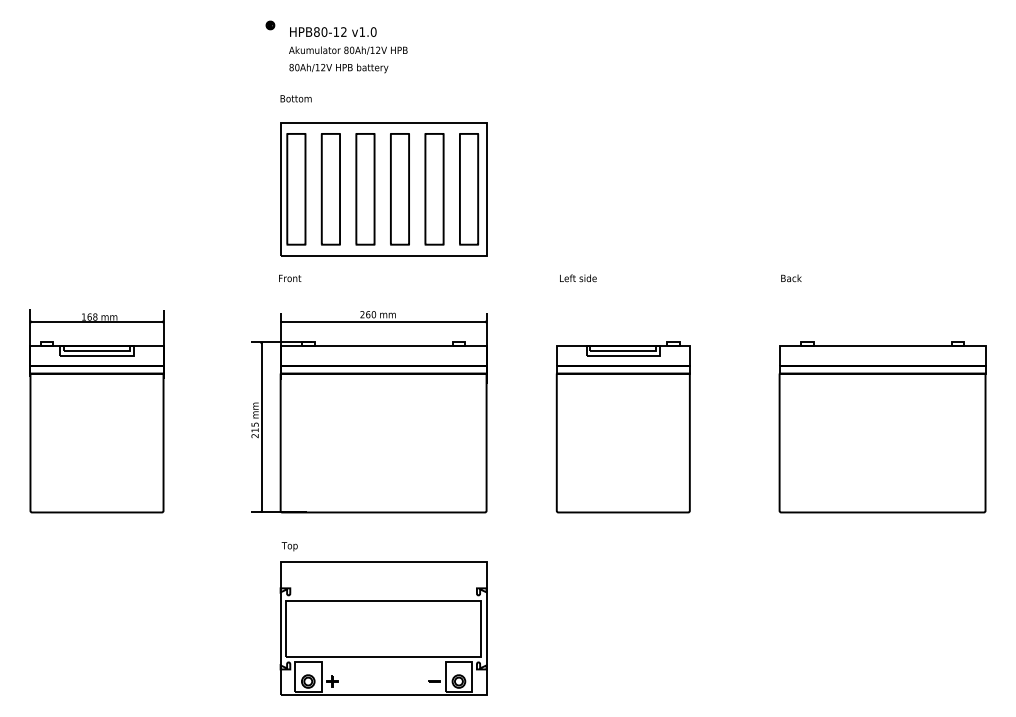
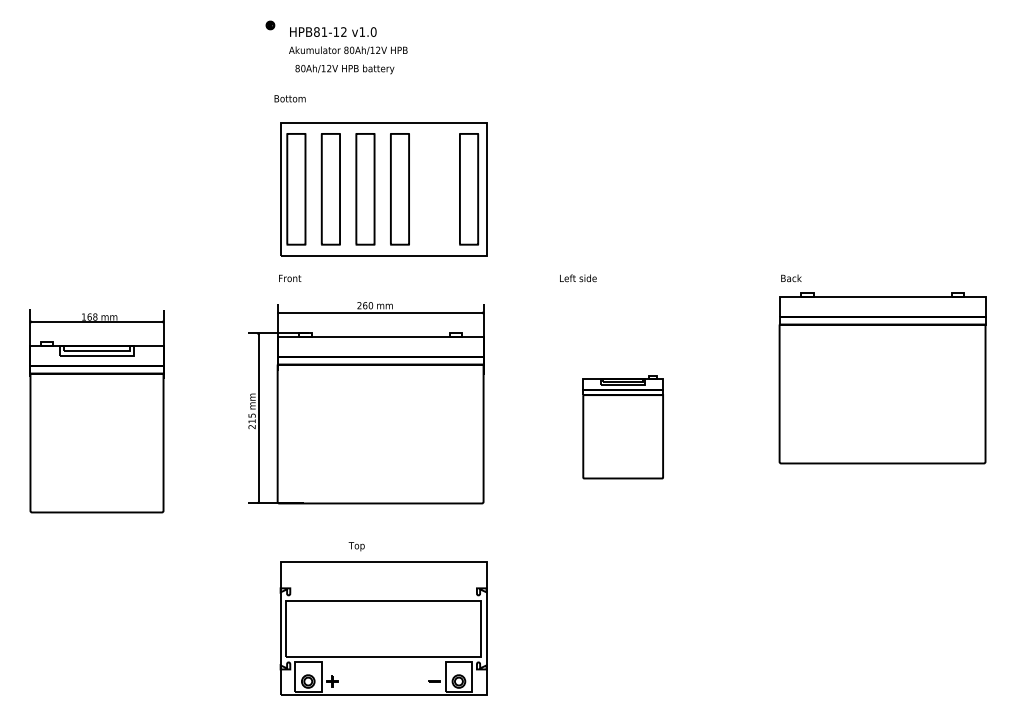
text at (324, 31): HPB80-12 -> HPB81-12
text at (338, 68) position: (338, 68) -> (344, 69)
text at (295, 98) position: (295, 98) -> (289, 98)
part at (434, 189): present -> none
part at (369, 412) position: (369, 412) -> (366, 403)
part at (622, 427) size: 136x173 px -> 82x105 px
part at (882, 427) position: (882, 427) -> (882, 378)
text at (289, 546) position: (289, 546) -> (356, 546)
